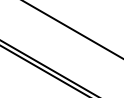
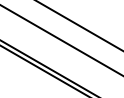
line at (72, 29) position: (72, 29) -> (79, 25)
line at (61, 40): none -> present
